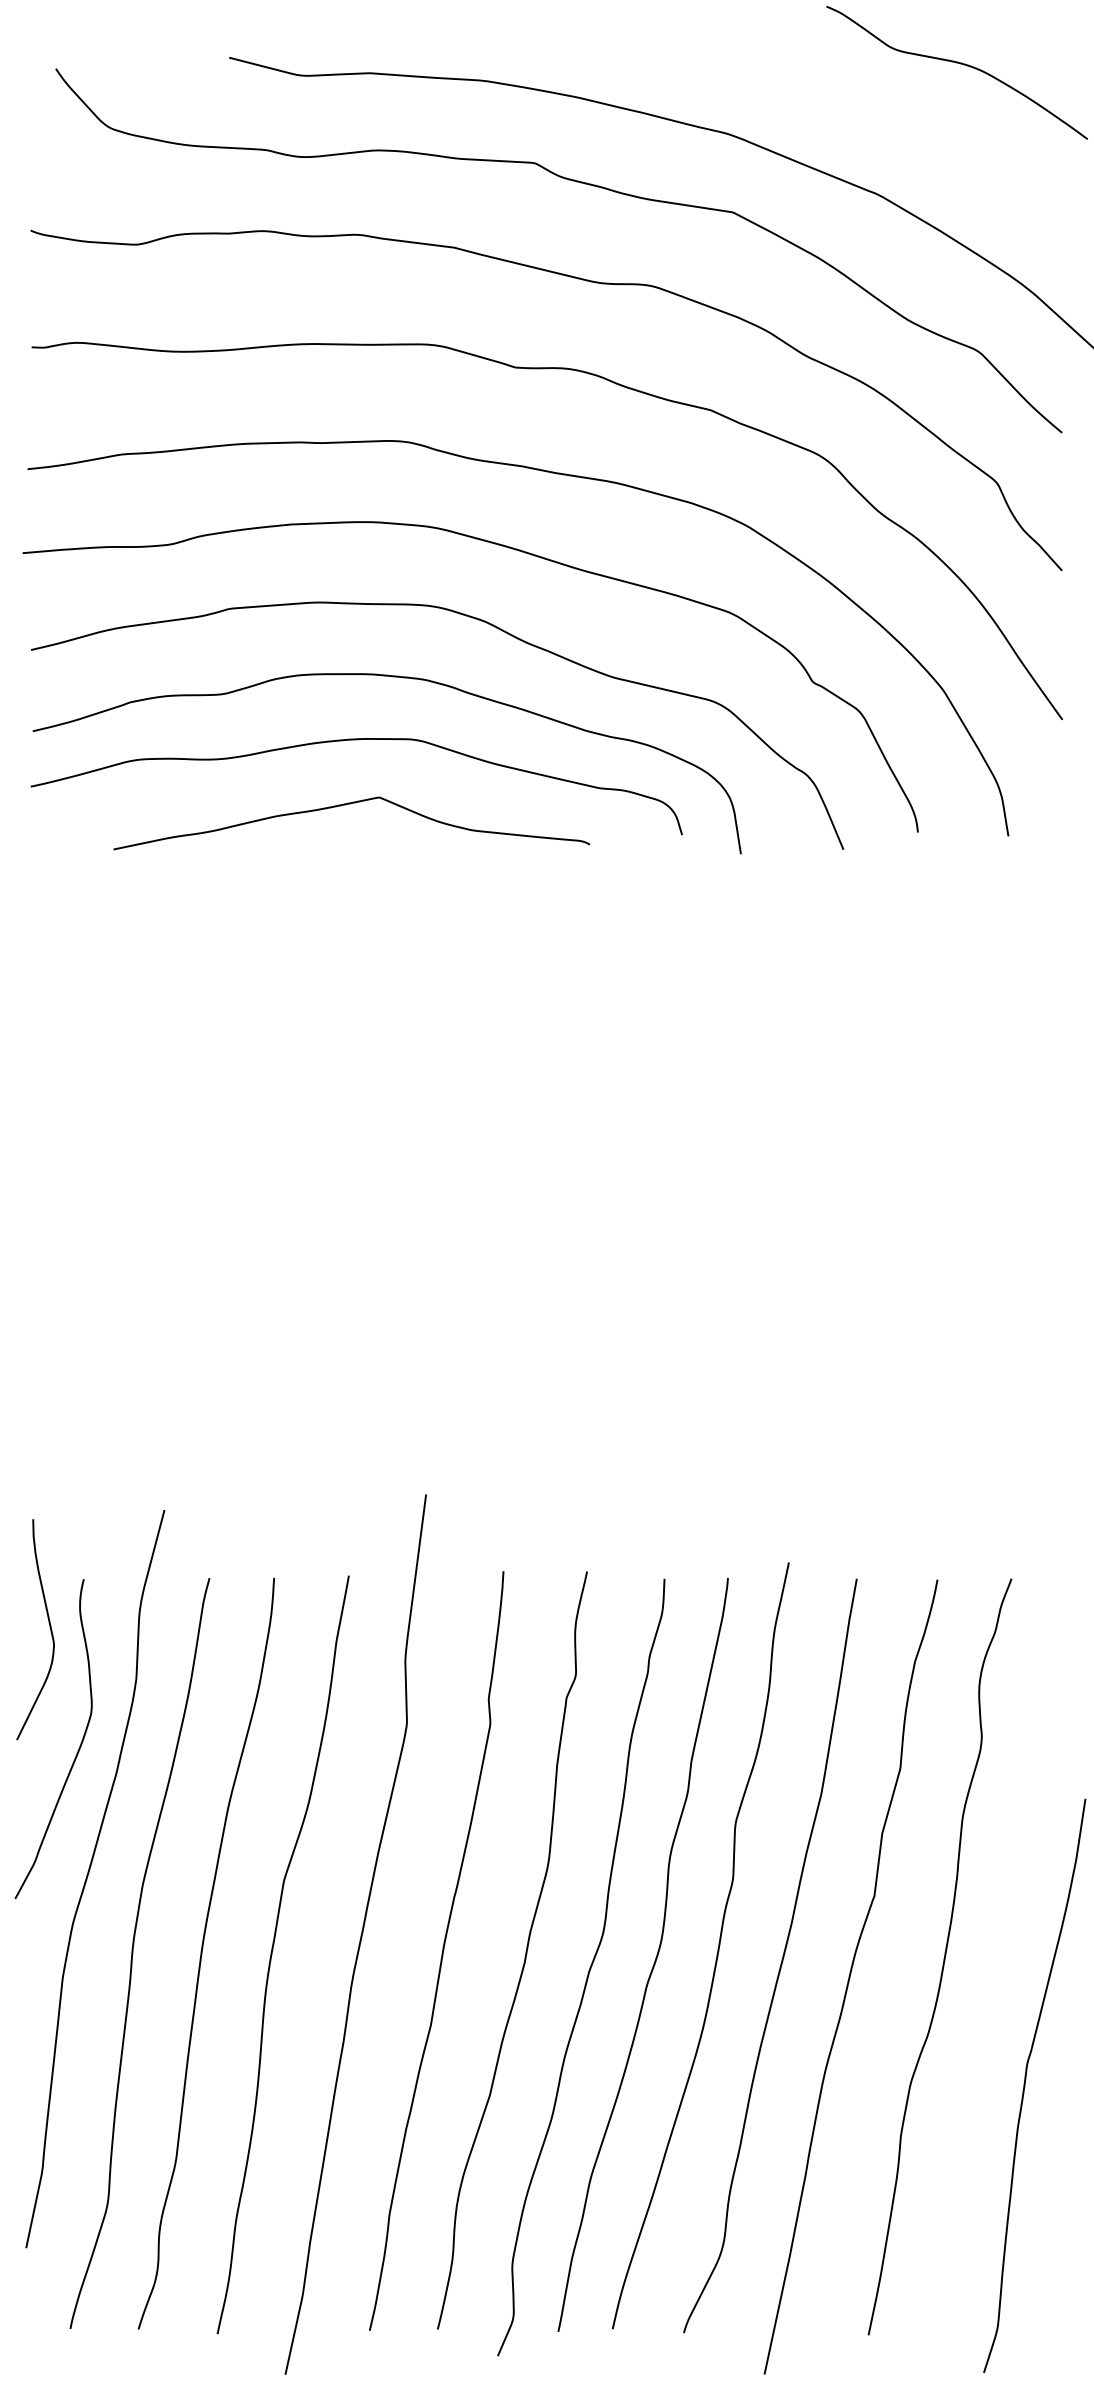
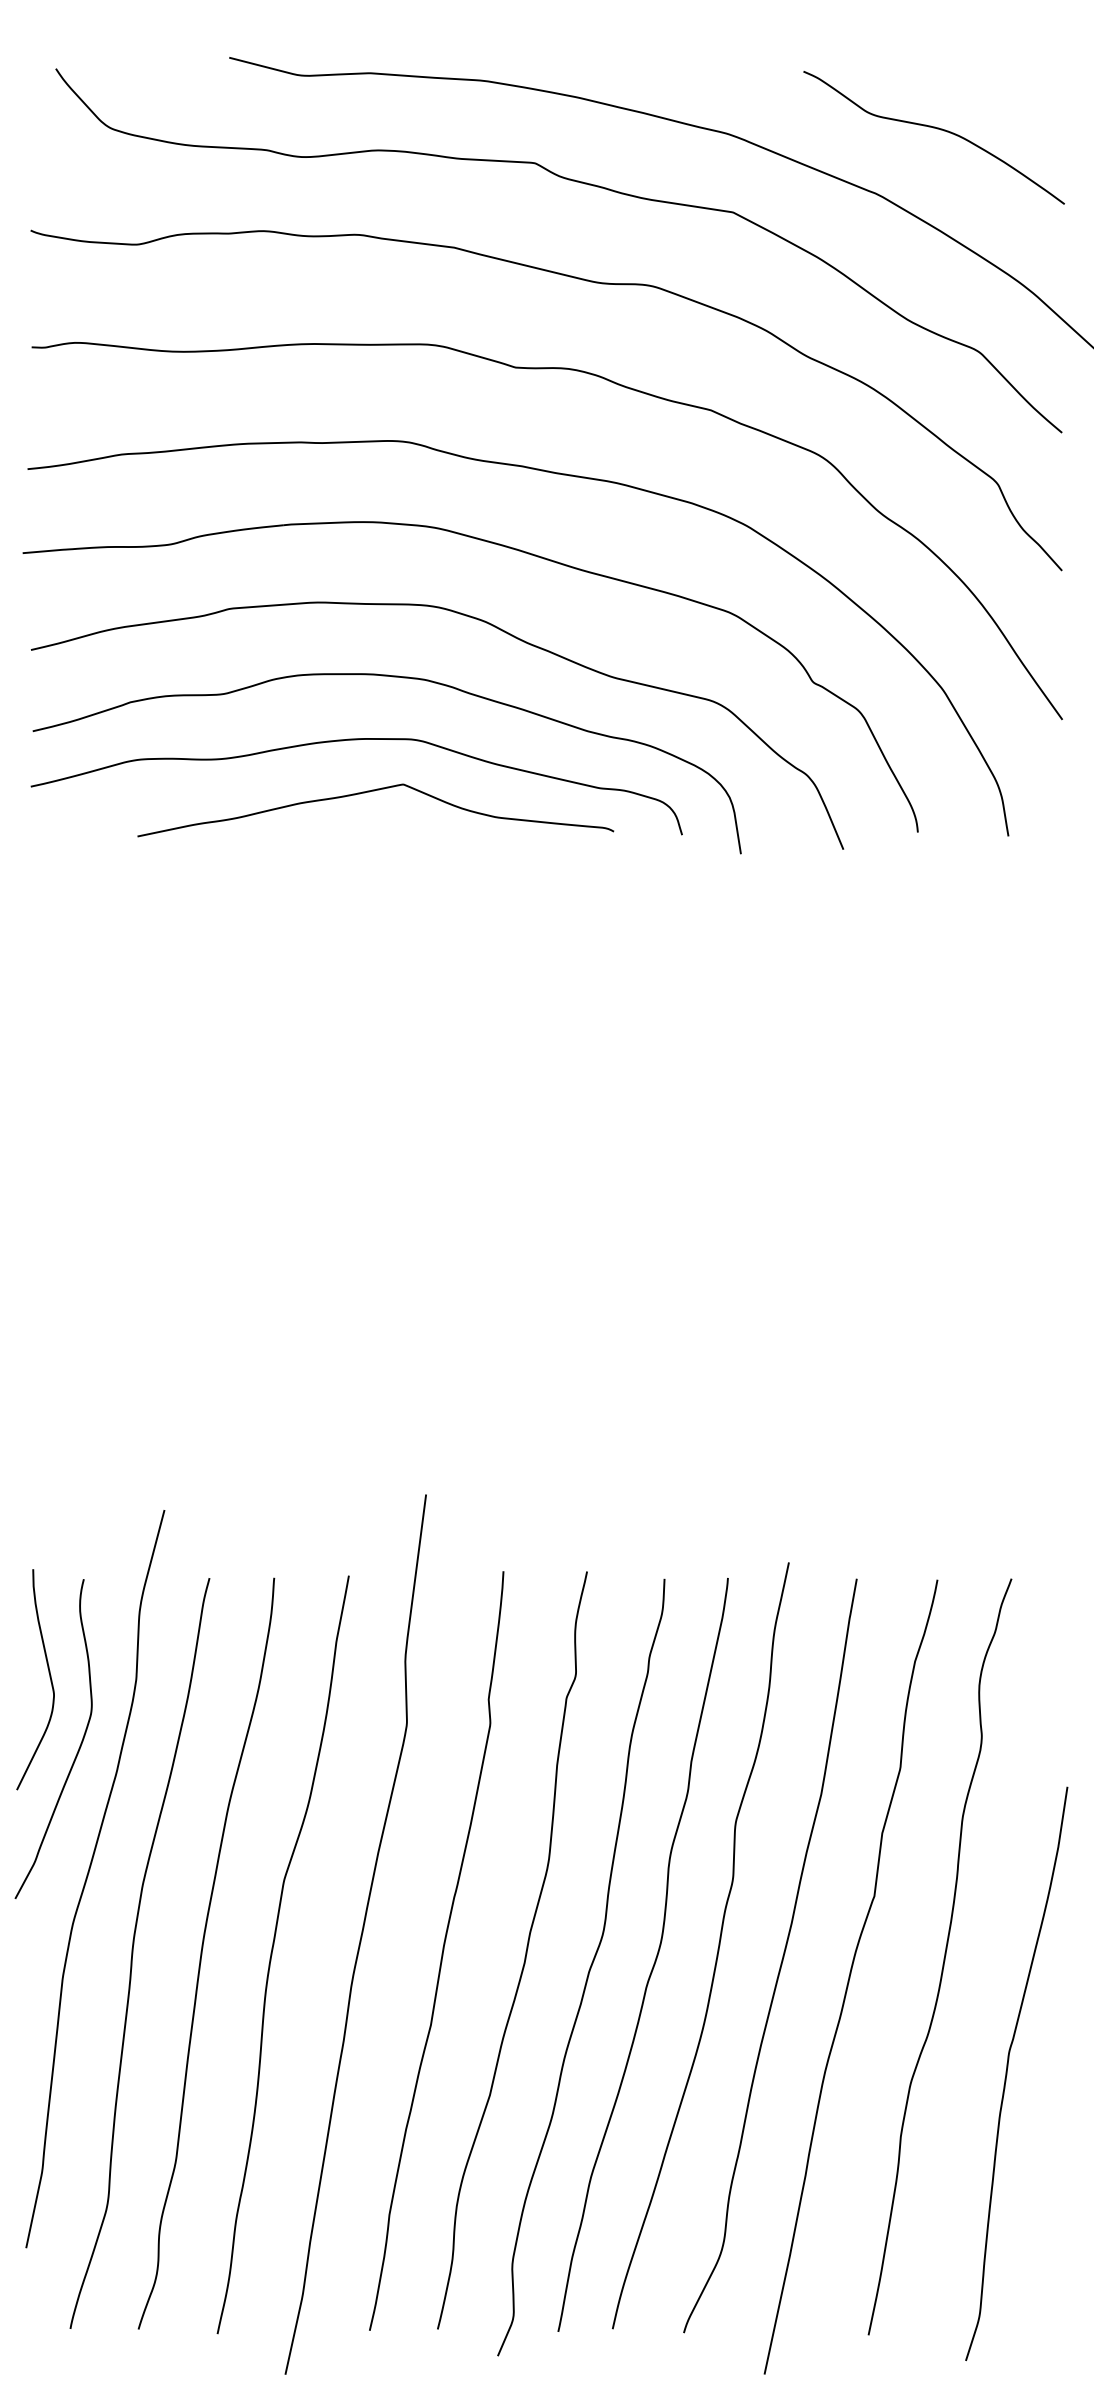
curve at (960, 64) position: (960, 64) -> (937, 129)
curve at (345, 805) position: (345, 805) -> (369, 792)
curve at (49, 1627) position: (49, 1627) -> (49, 1677)
curve at (1025, 2085) position: (1025, 2085) -> (1007, 2073)
